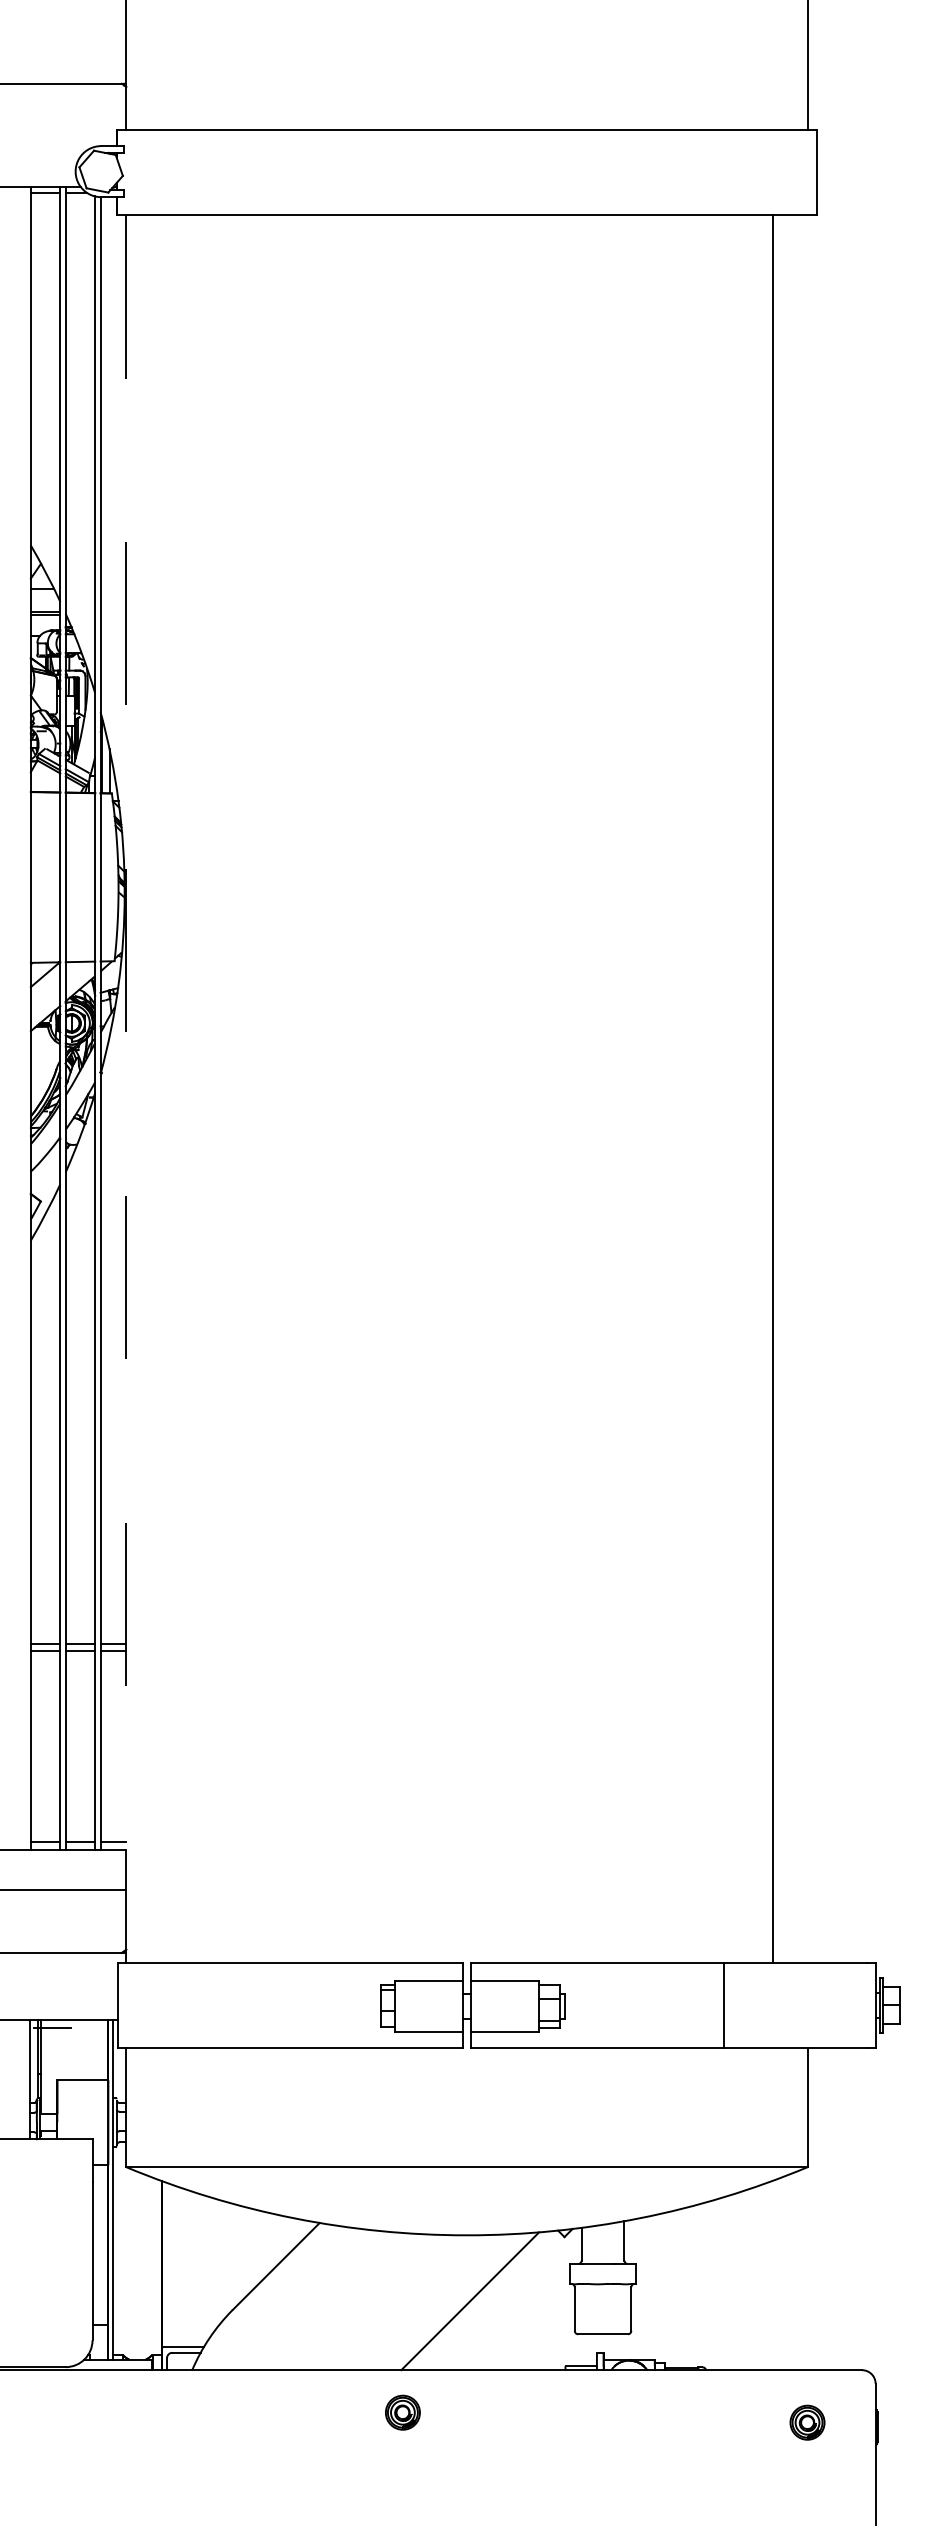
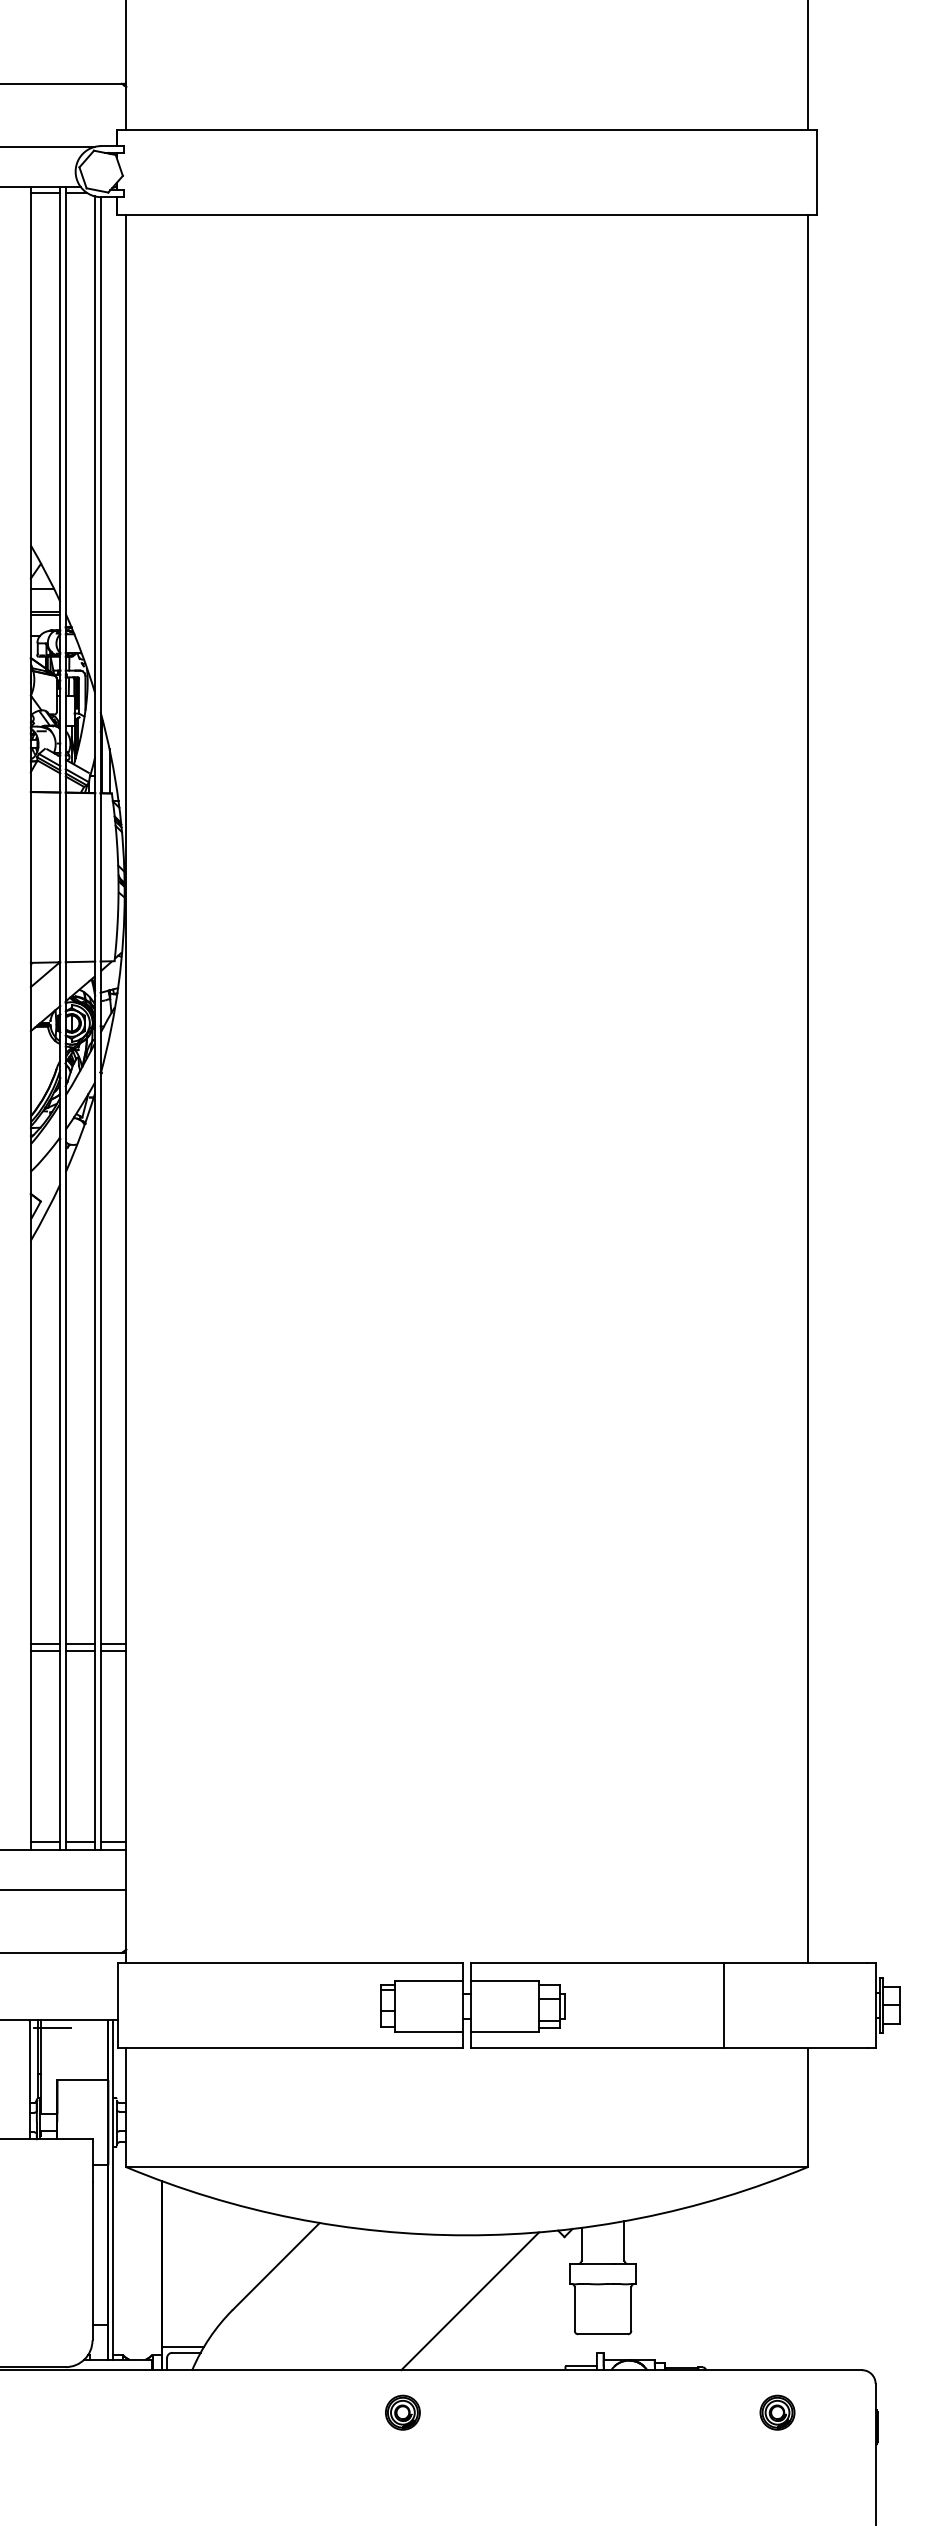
line at (48, 146): none -> present
line at (126, 1088): dashed -> solid
line at (772, 1088) position: (772, 1088) -> (807, 1088)
part at (807, 2422) position: (807, 2422) -> (777, 2412)
